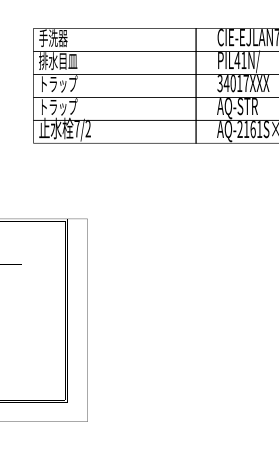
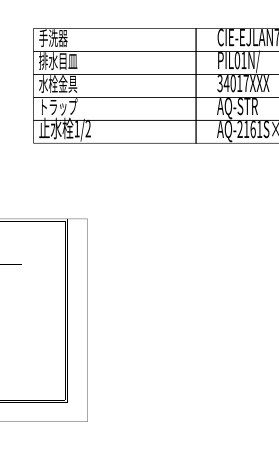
text at (237, 60): PIL41N/ -> PIL01N/
text at (58, 83): トラップ -> 水栓金具
text at (76, 128): 7/2 -> 1/2
